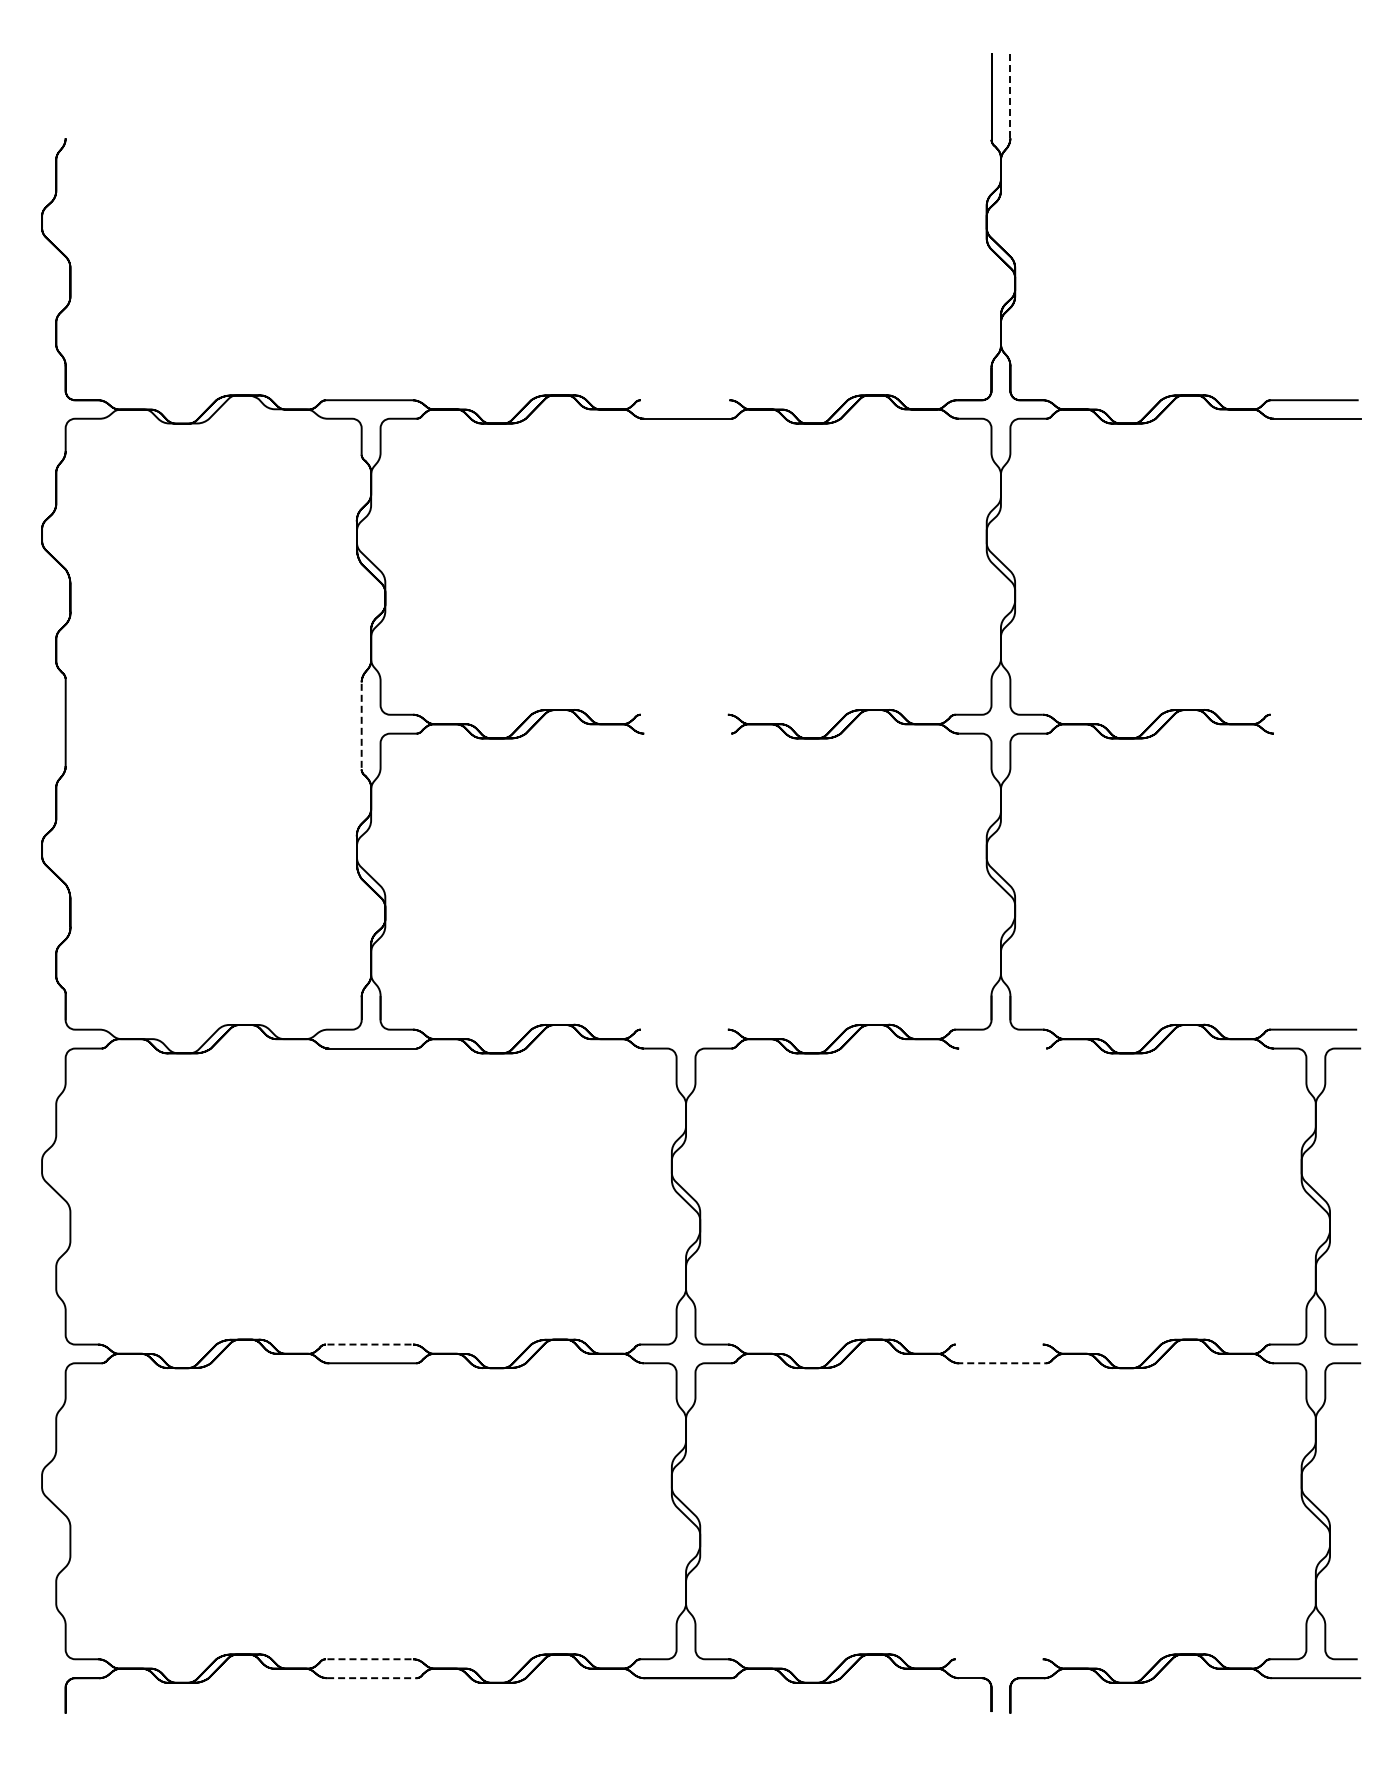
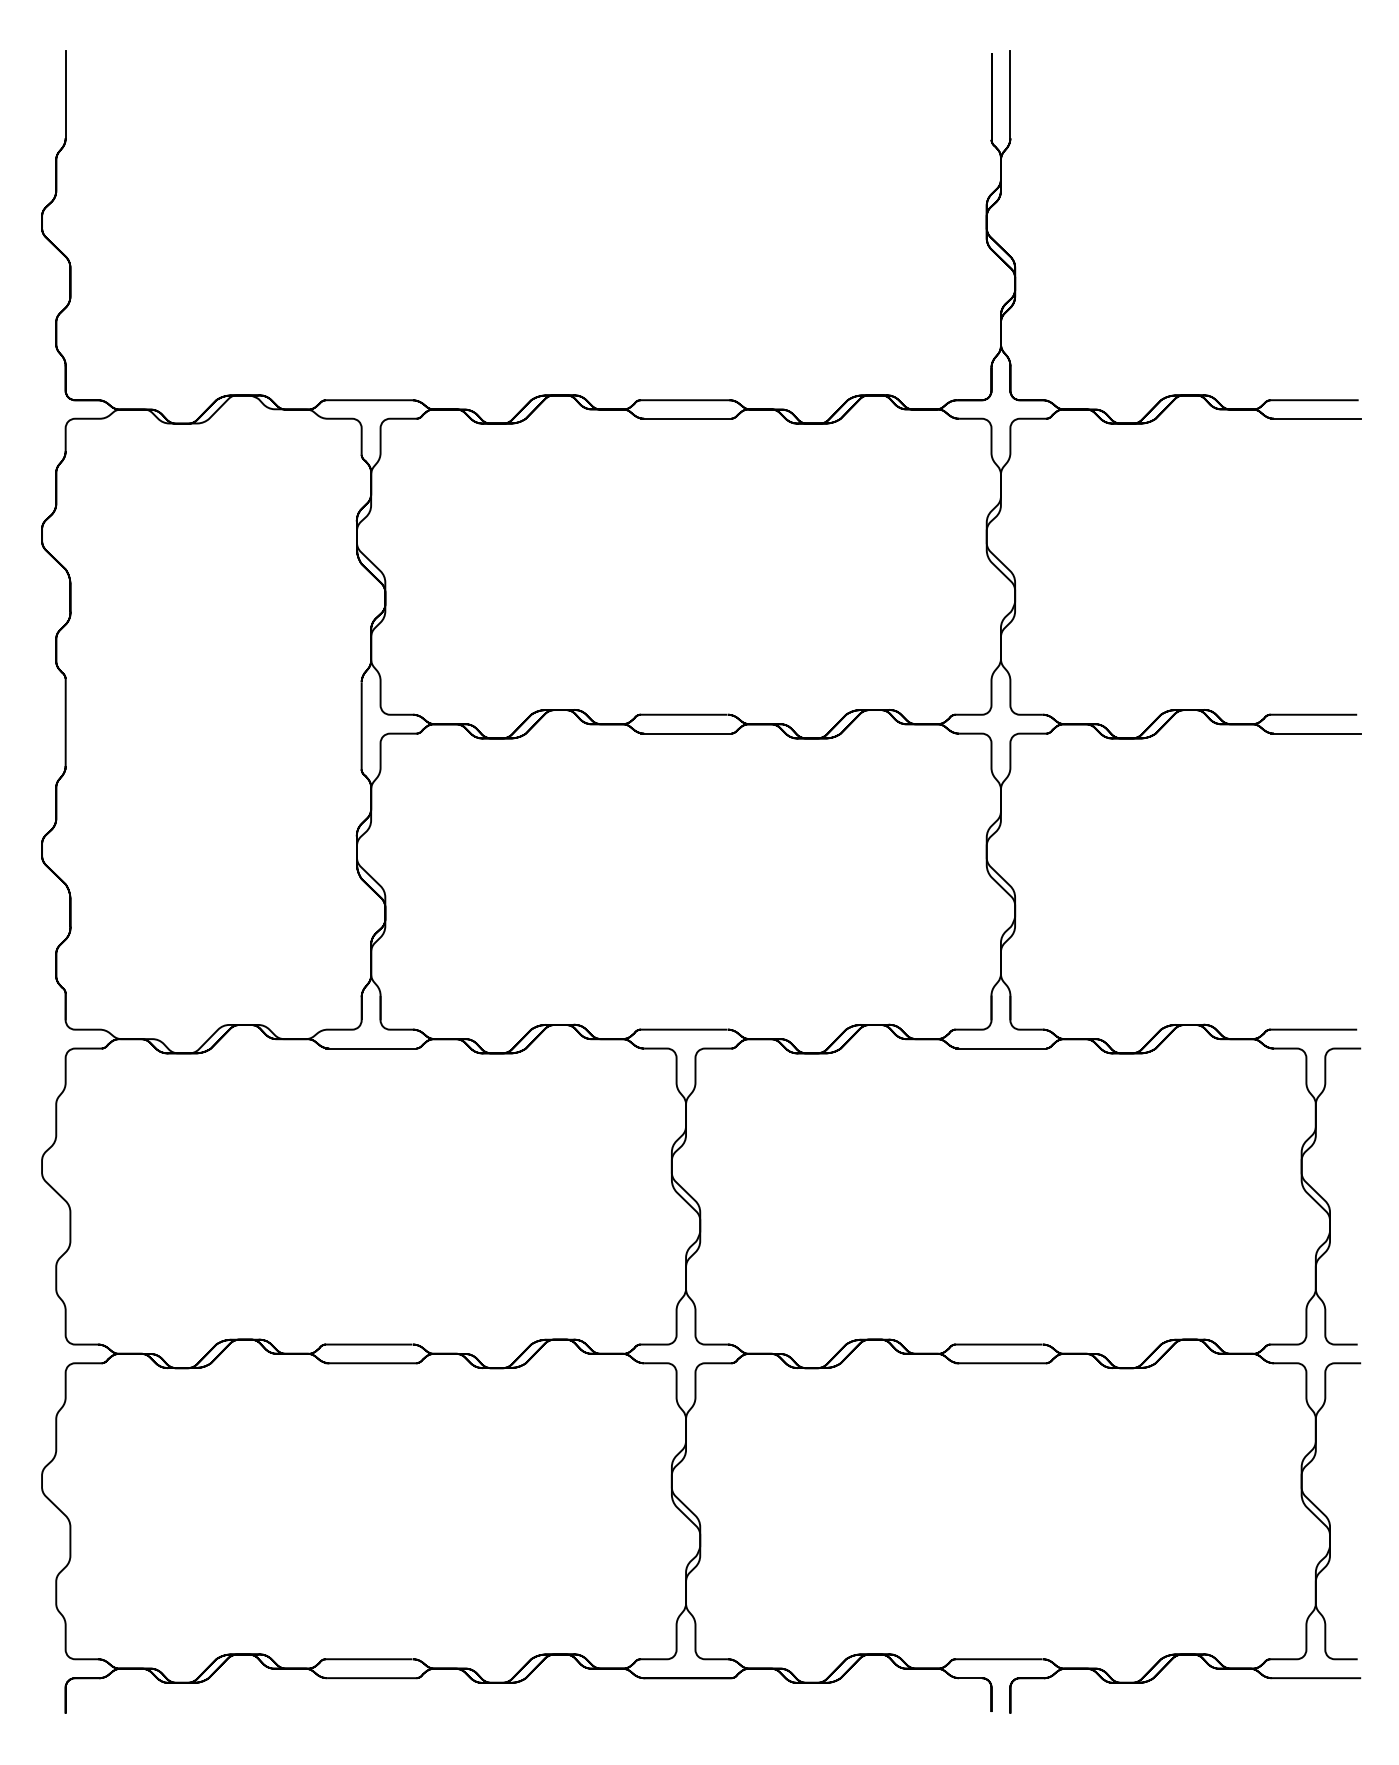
line at (65, 94): none -> present
line at (1010, 94): dashed -> solid
line at (684, 400): none -> present
line at (683, 714): none -> present
line at (1313, 714): none -> present
line at (361, 726): dashed -> solid
line at (686, 733): none -> present
line at (1316, 733): none -> present
line at (683, 1029): none -> present
line at (1001, 1048): none -> present
line at (368, 1344): dashed -> solid
line at (998, 1344): none -> present
line at (1001, 1363): dashed -> solid
line at (368, 1659): dashed -> solid
line at (998, 1659): none -> present
line at (371, 1678): dashed -> solid
